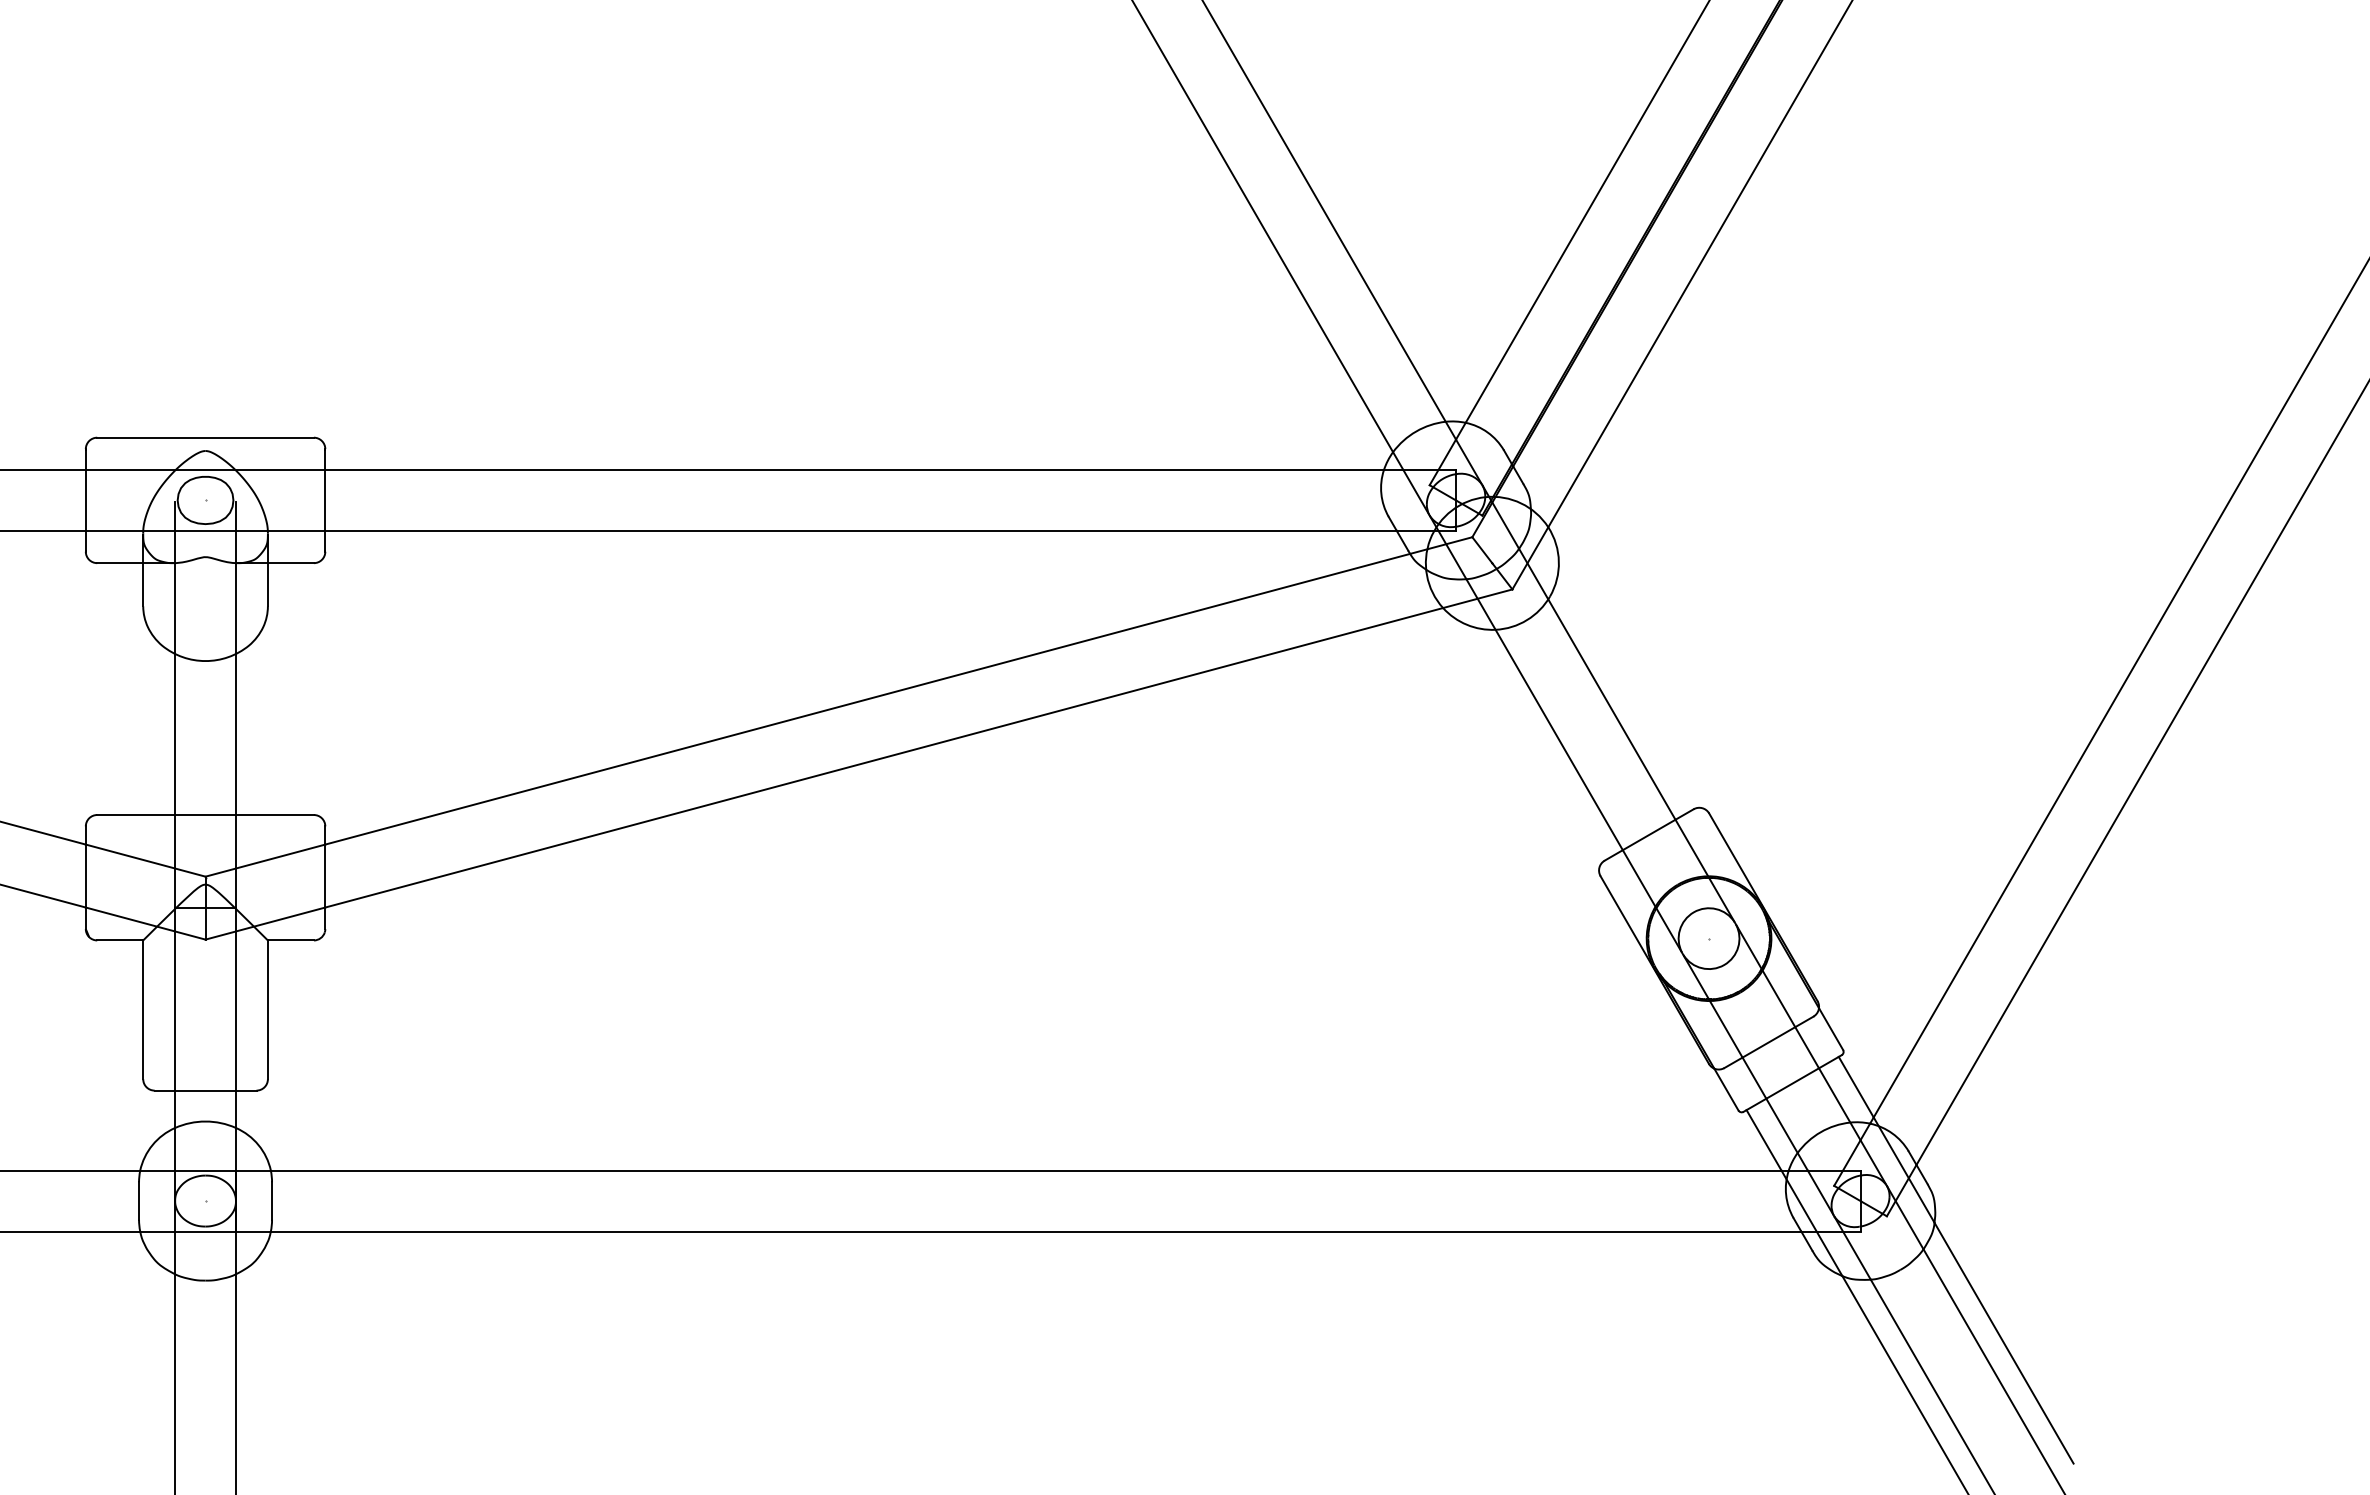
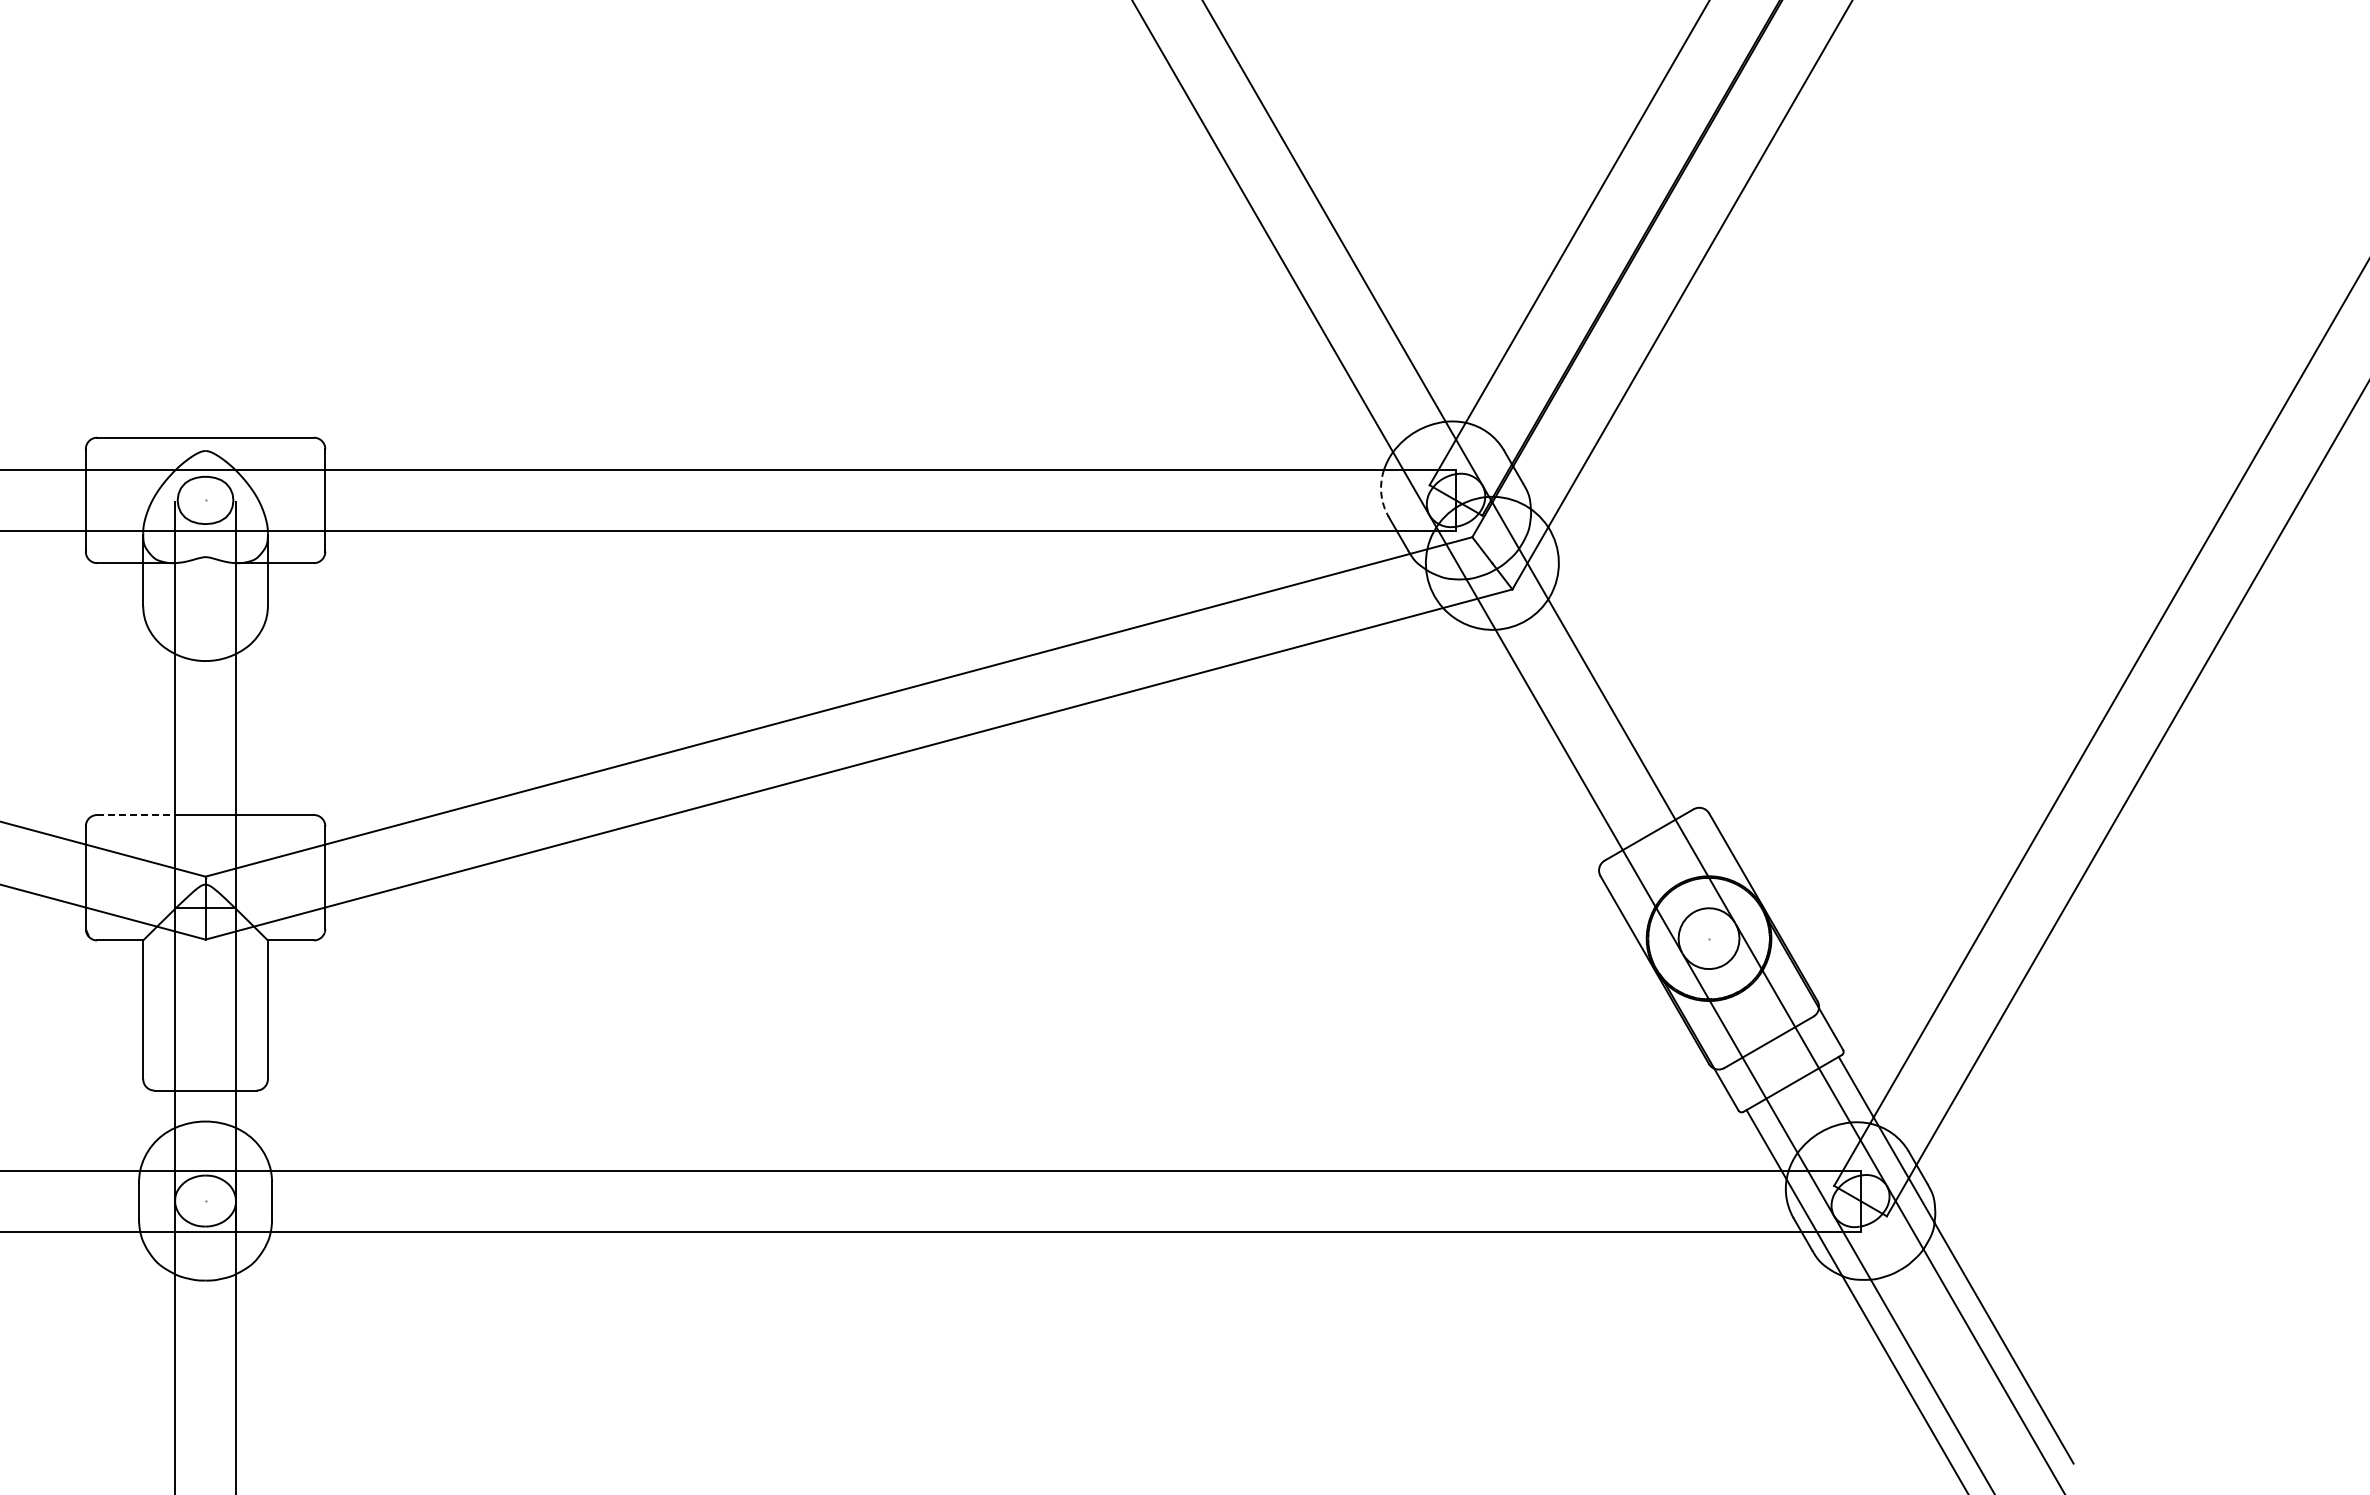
arc at (1381, 493): solid -> dashed
line at (136, 815): solid -> dashed
